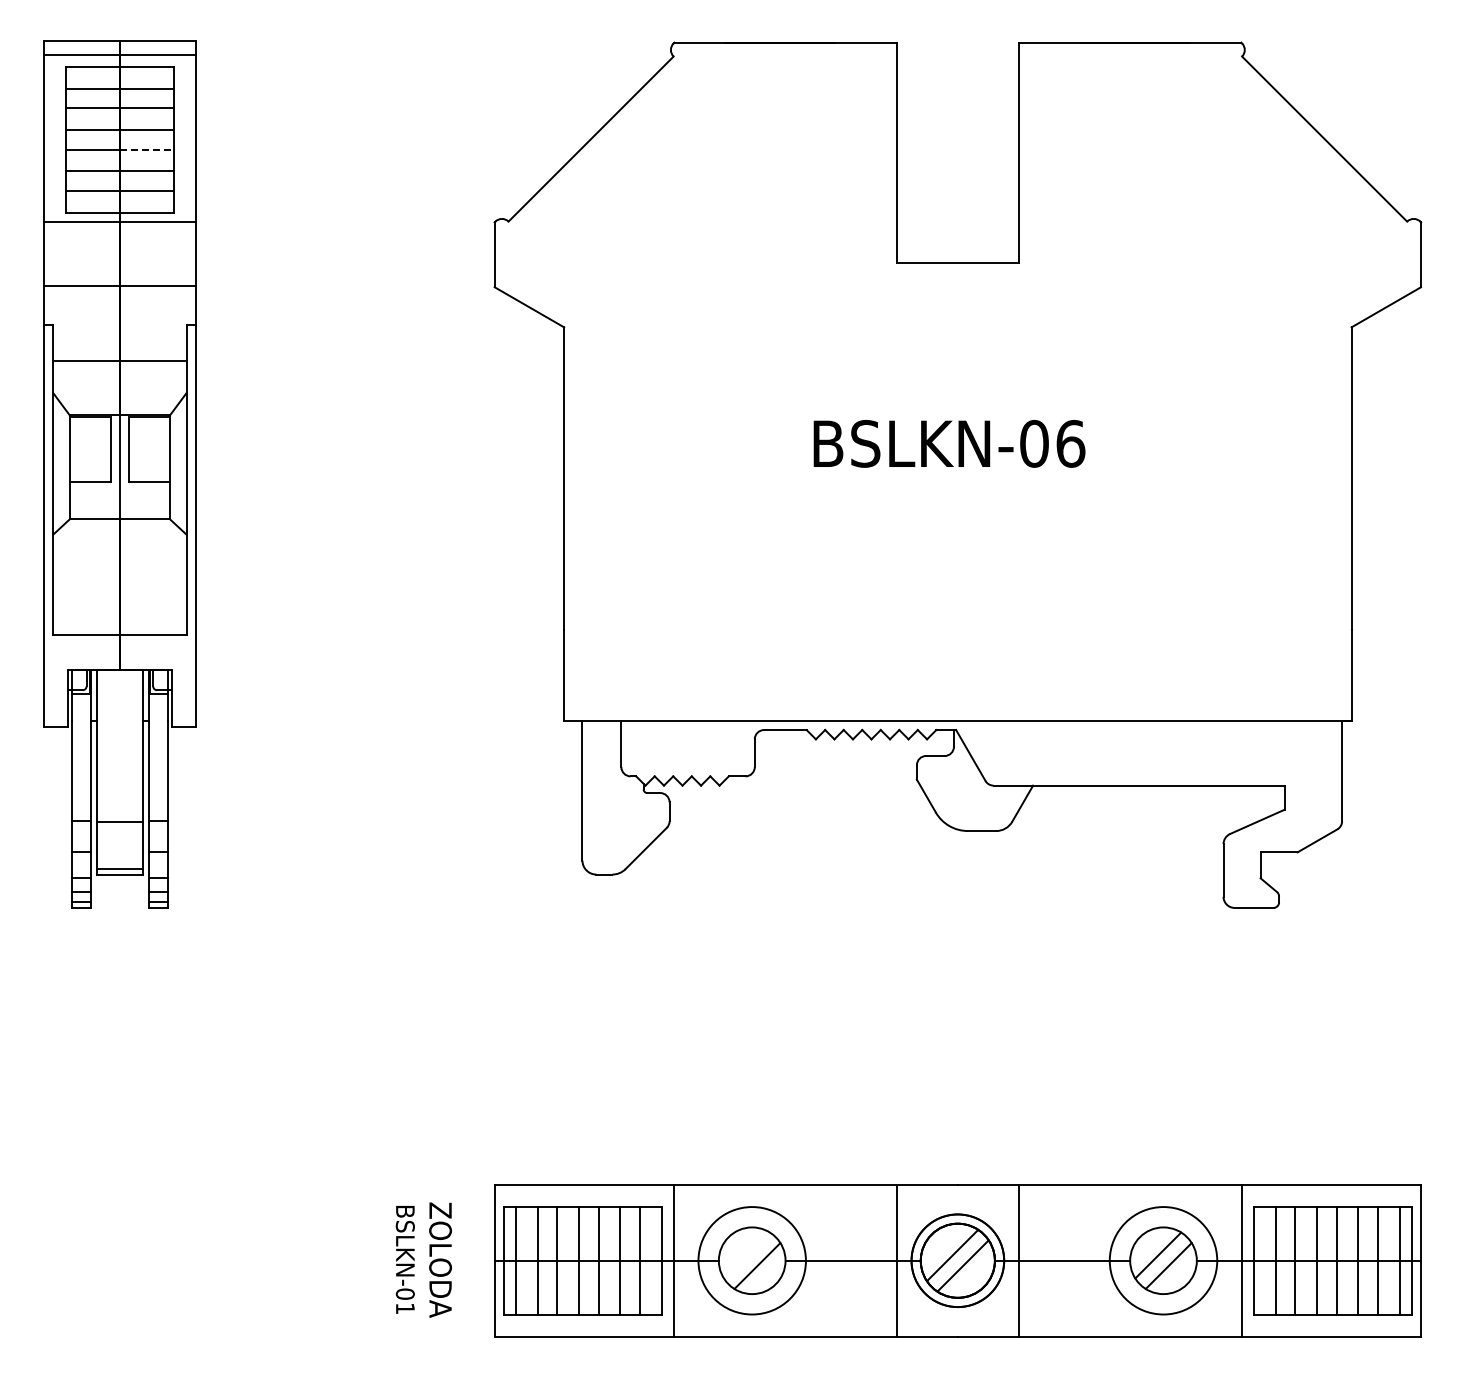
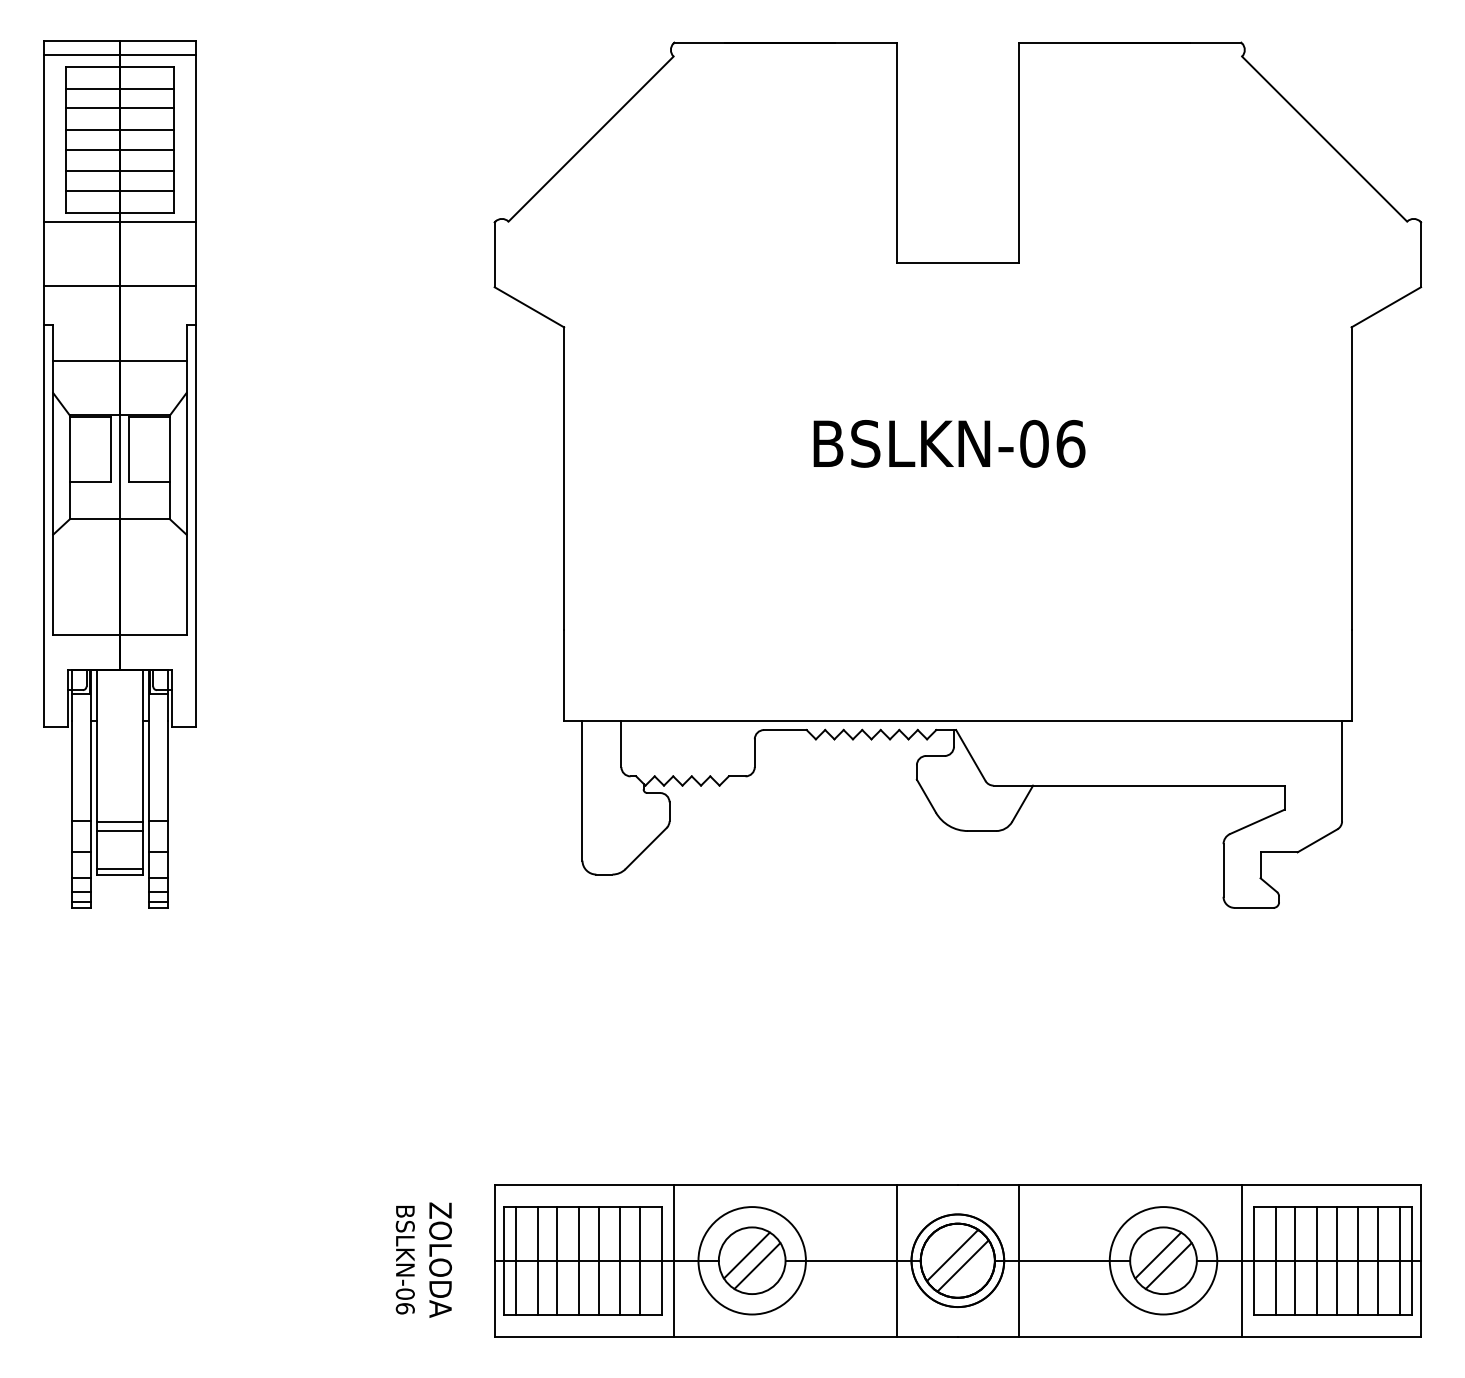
line at (146, 149): dashed -> solid
line at (119, 831): none -> present
line at (746, 1255): none -> present
text at (404, 1308): BSLKN-01 -> BSLKN-06
